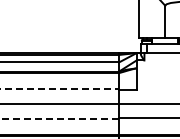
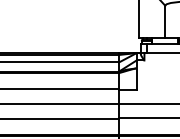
line at (60, 89): dashed -> solid
line at (59, 118): dashed -> solid
